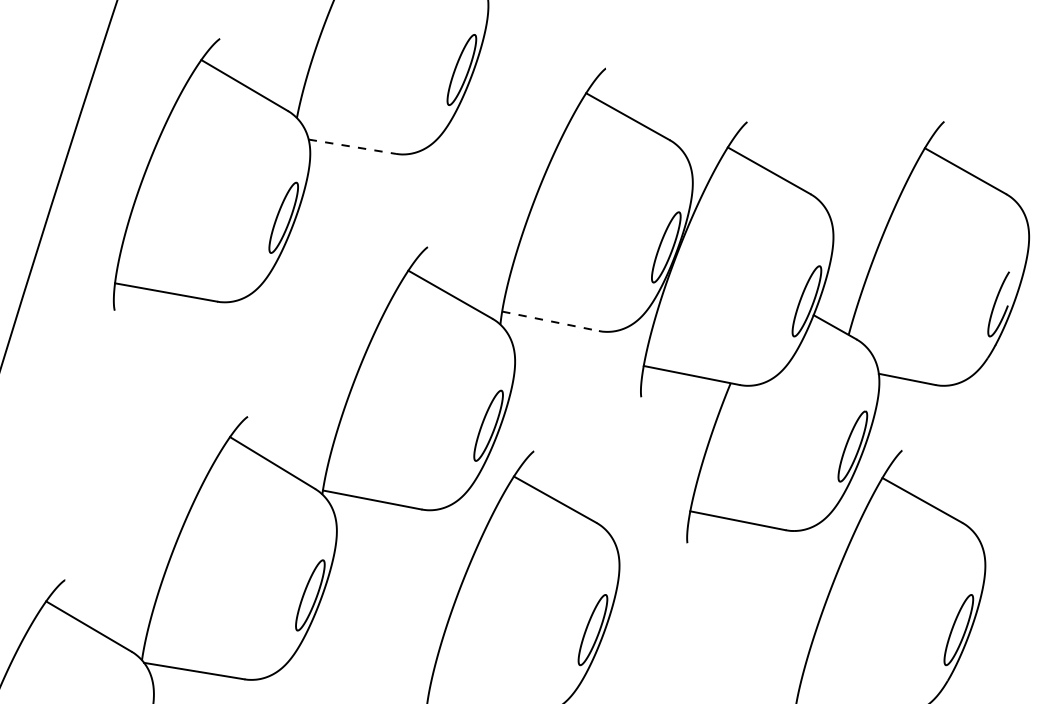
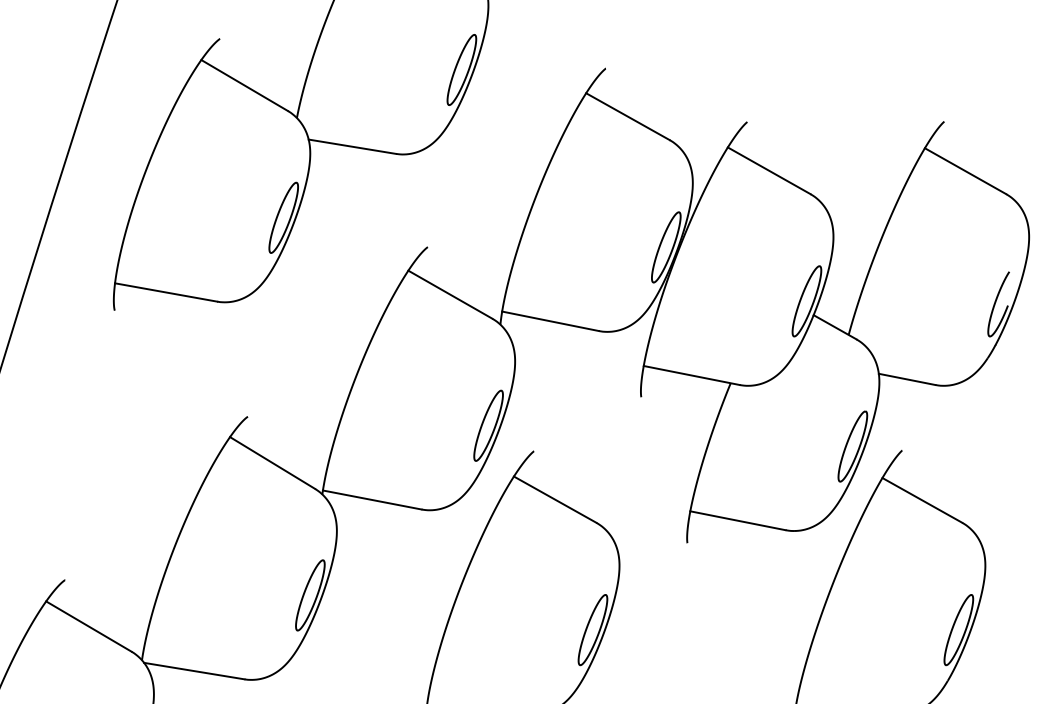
line at (352, 146): dashed -> solid
line at (551, 321): dashed -> solid
